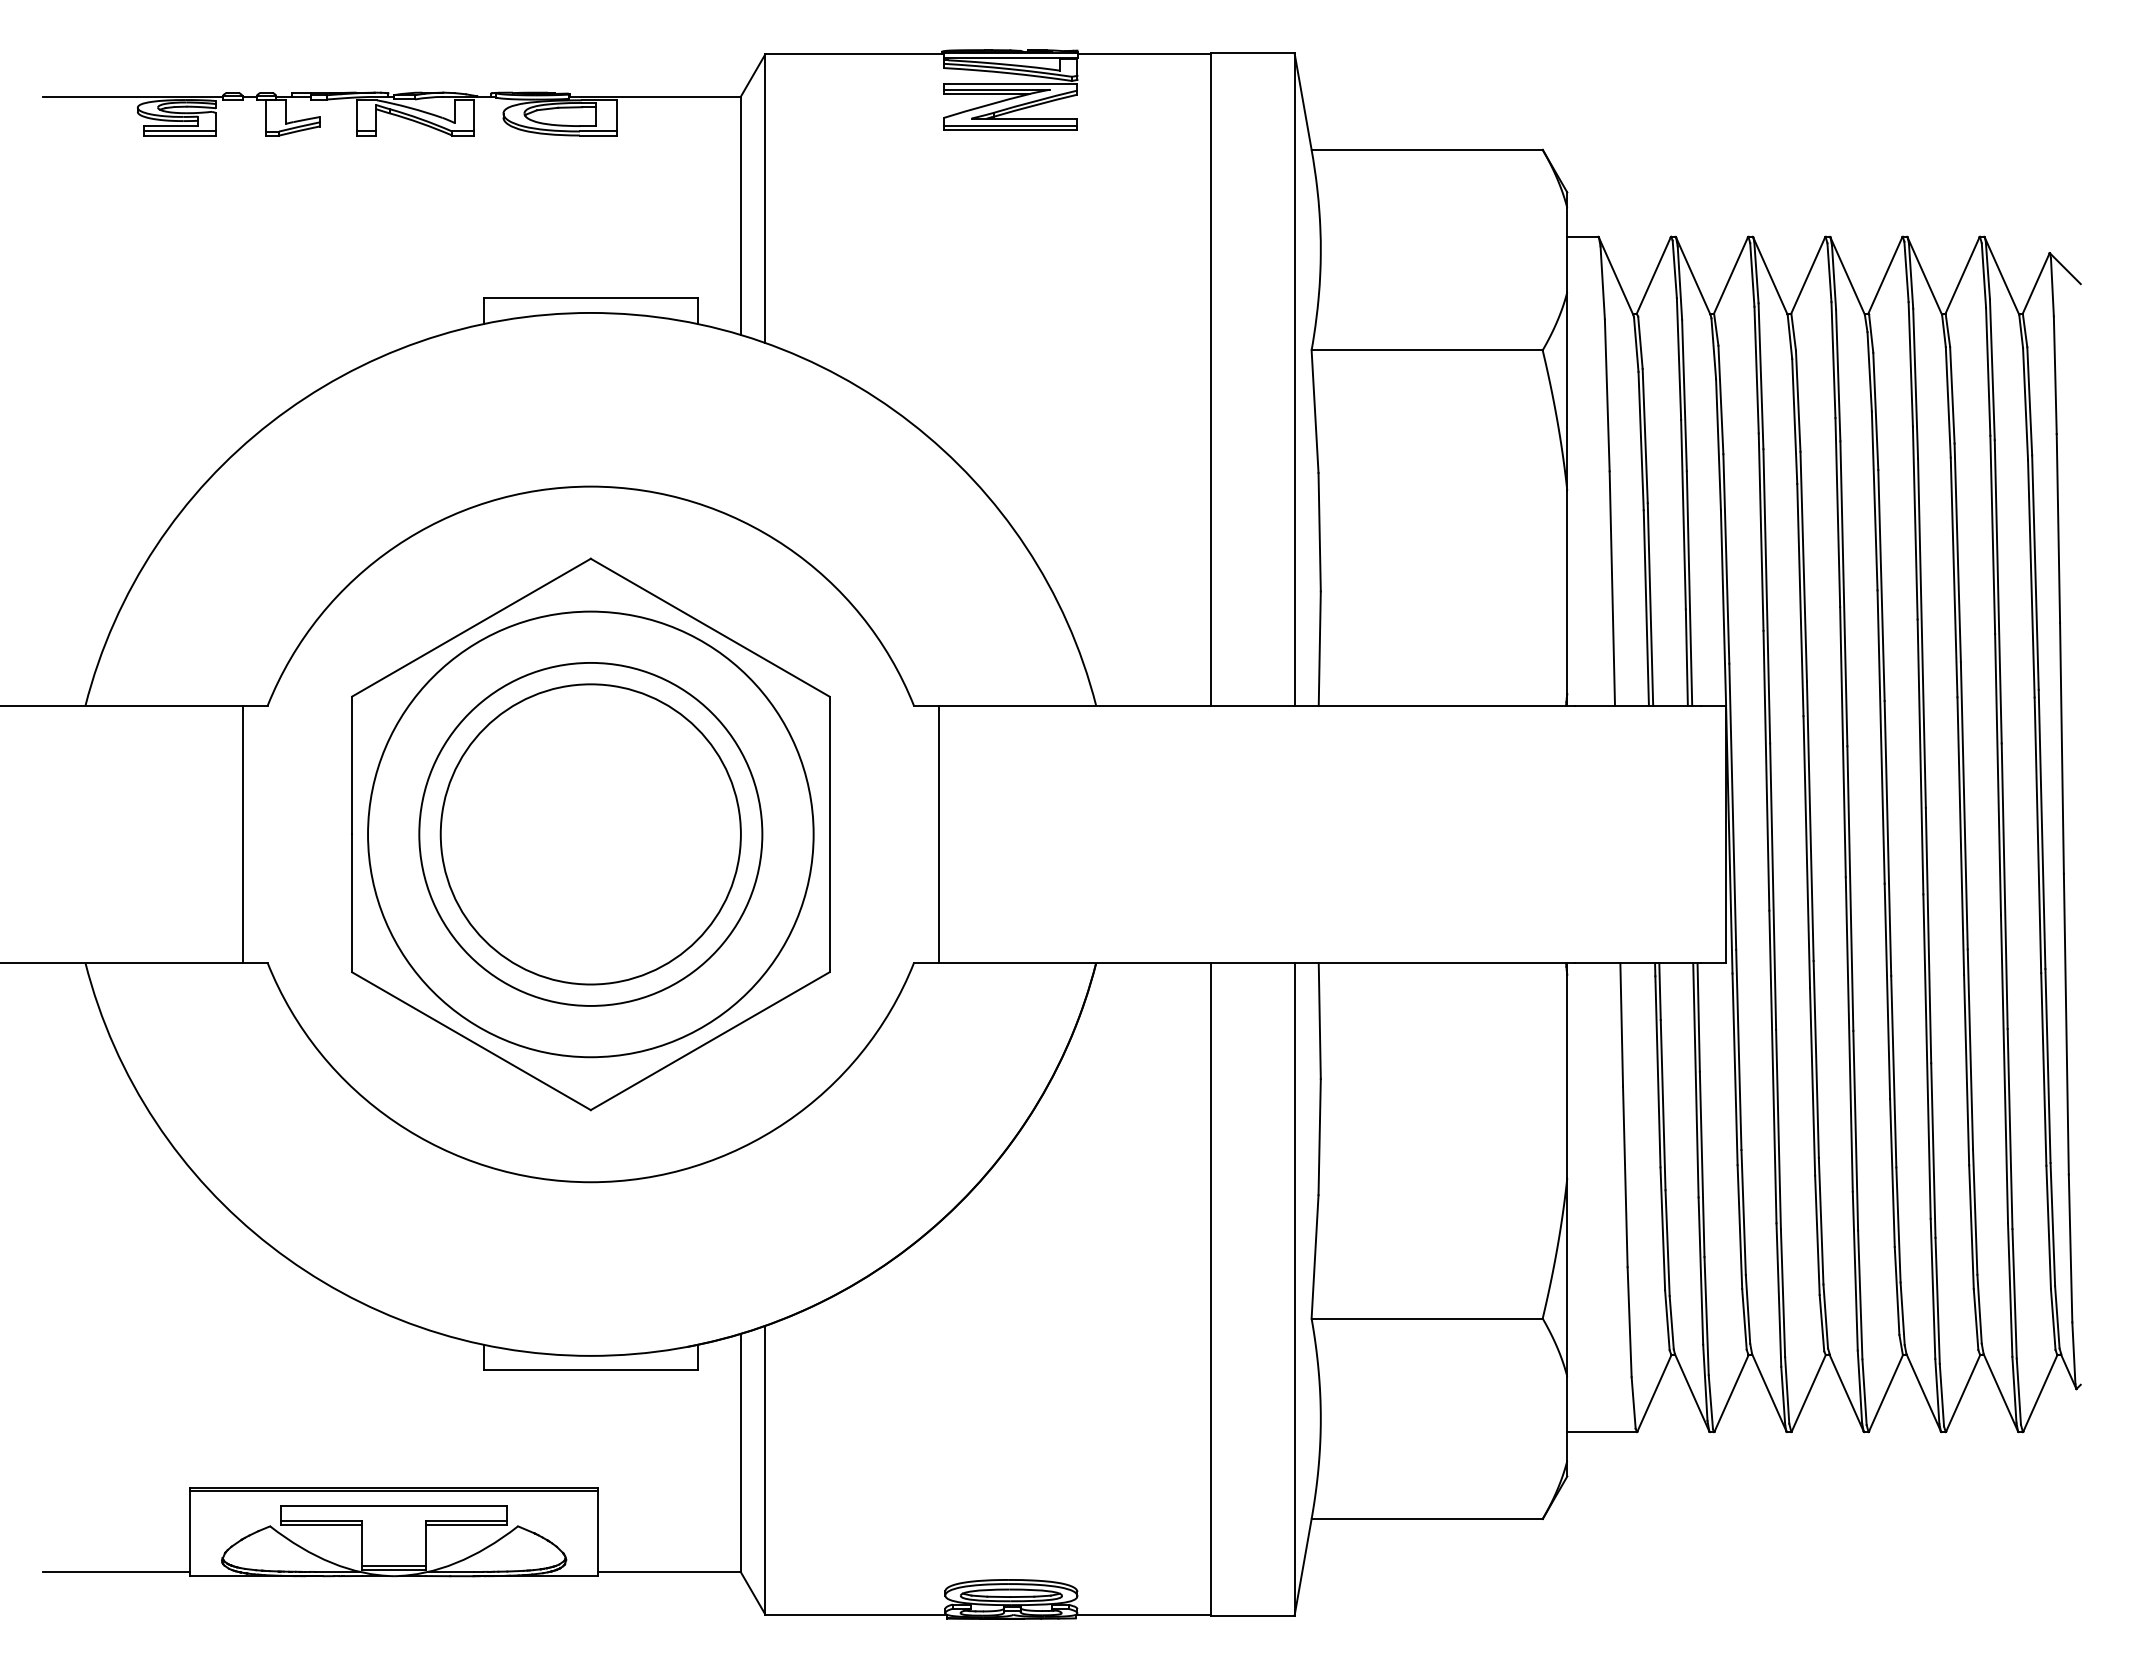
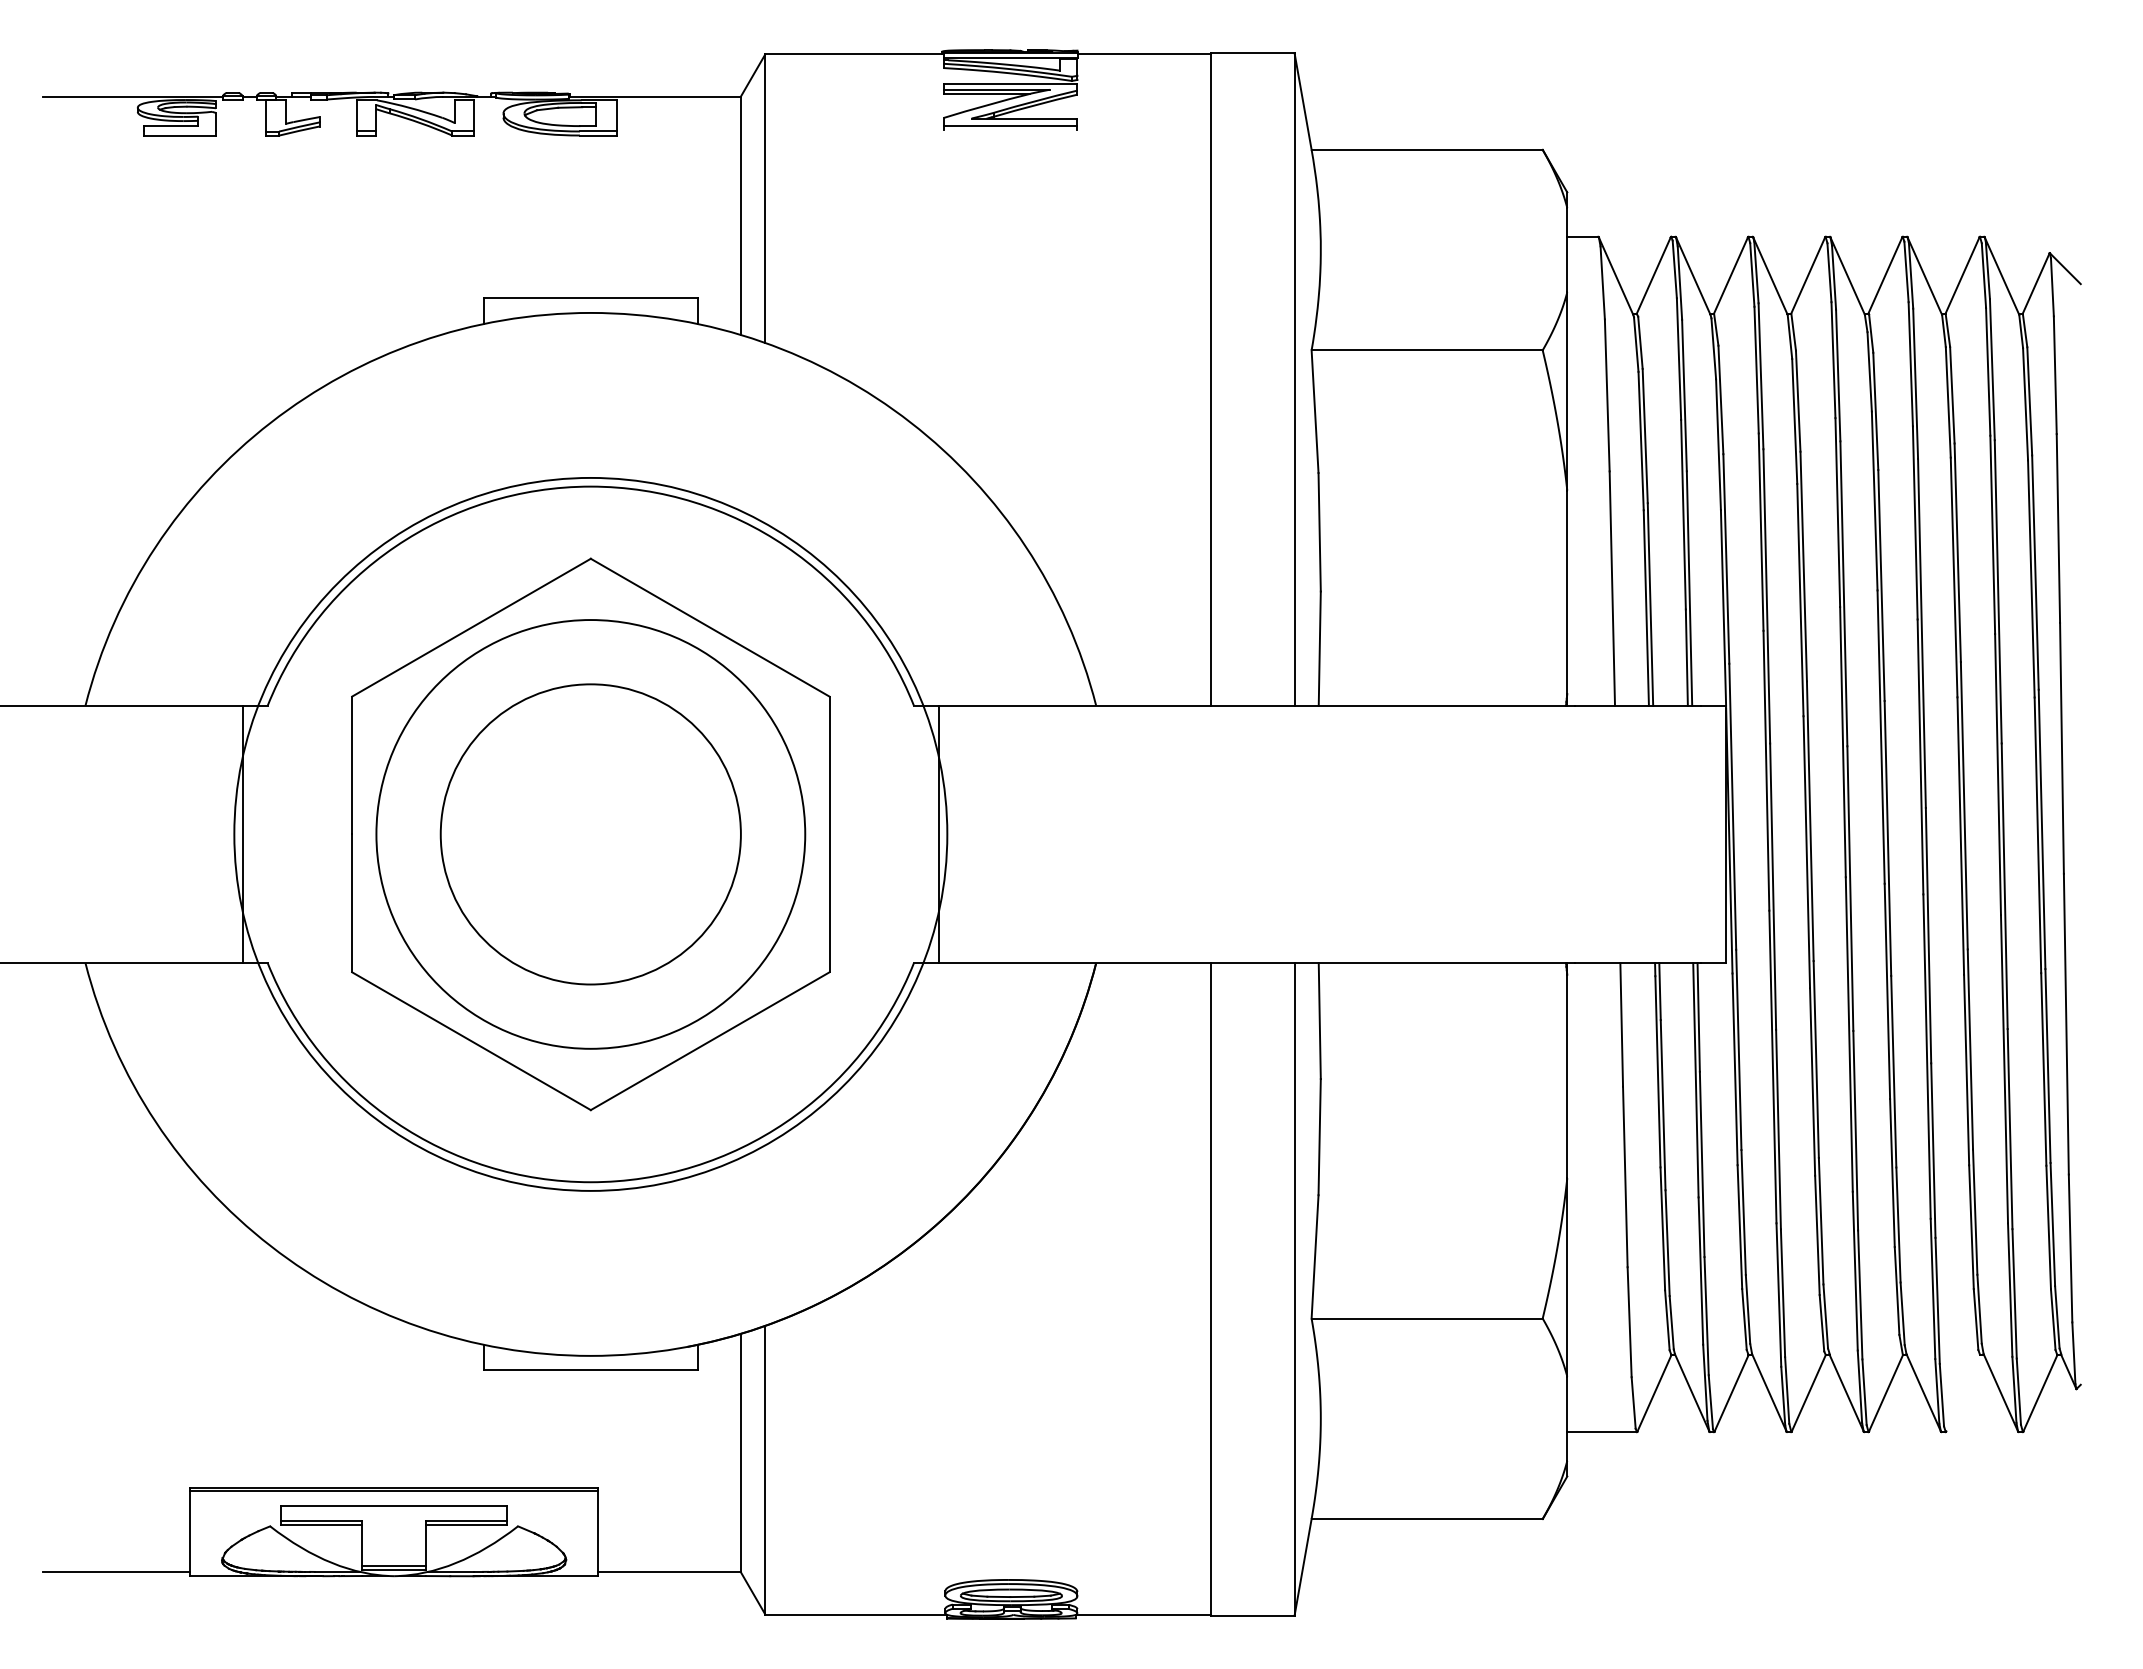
line at (1010, 130): present -> none
line at (179, 131): present -> none
circle at (590, 833) diameter: 343 px -> 429 px
circle at (590, 834) diameter: 446 px -> 713 px
line at (1963, 1392): present -> none
